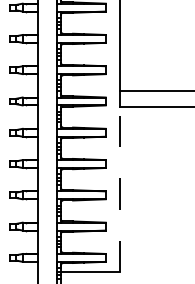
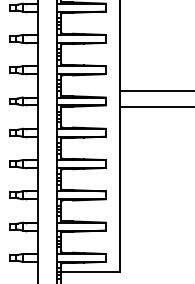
line at (119, 189): dashed -> solid
